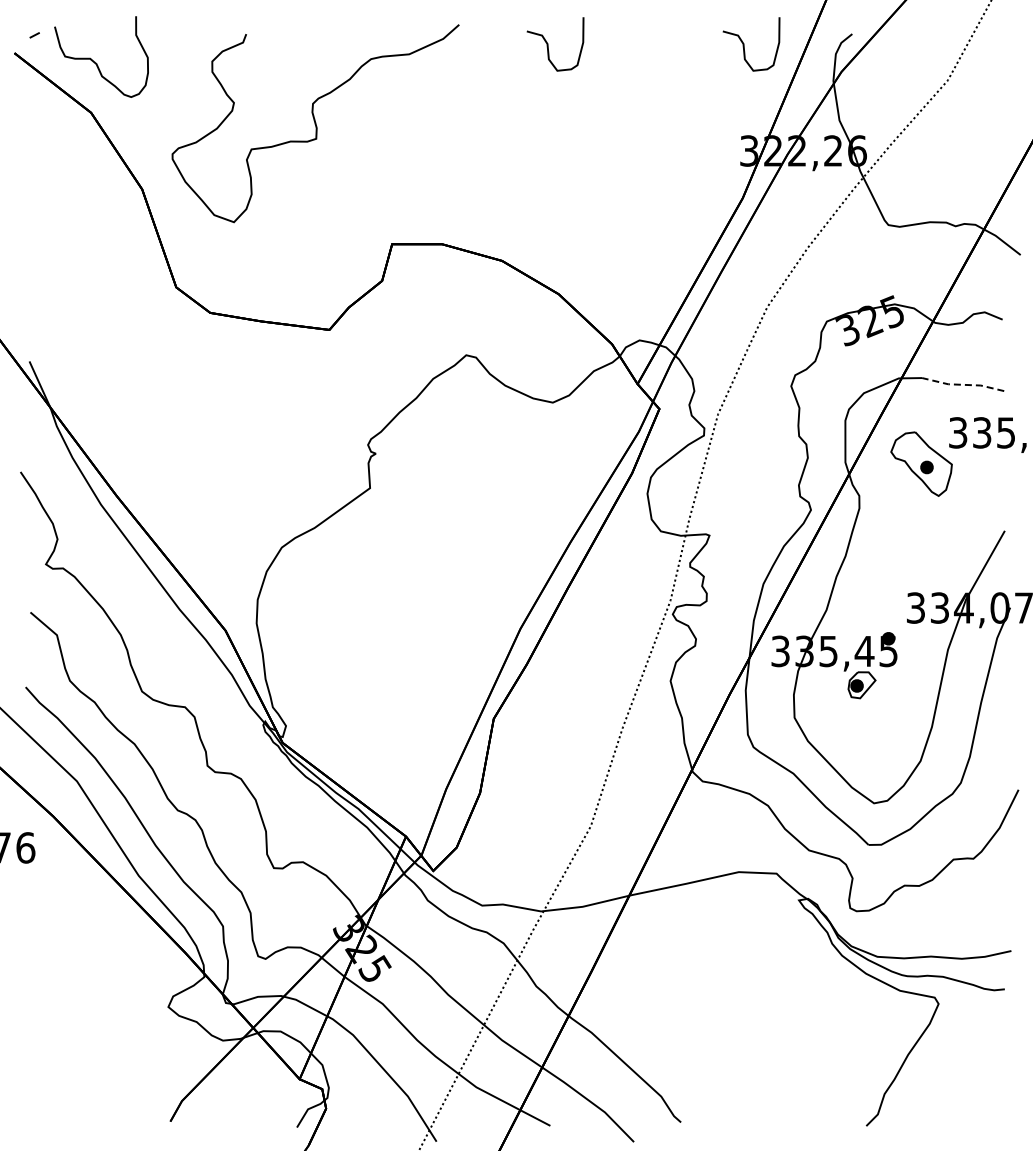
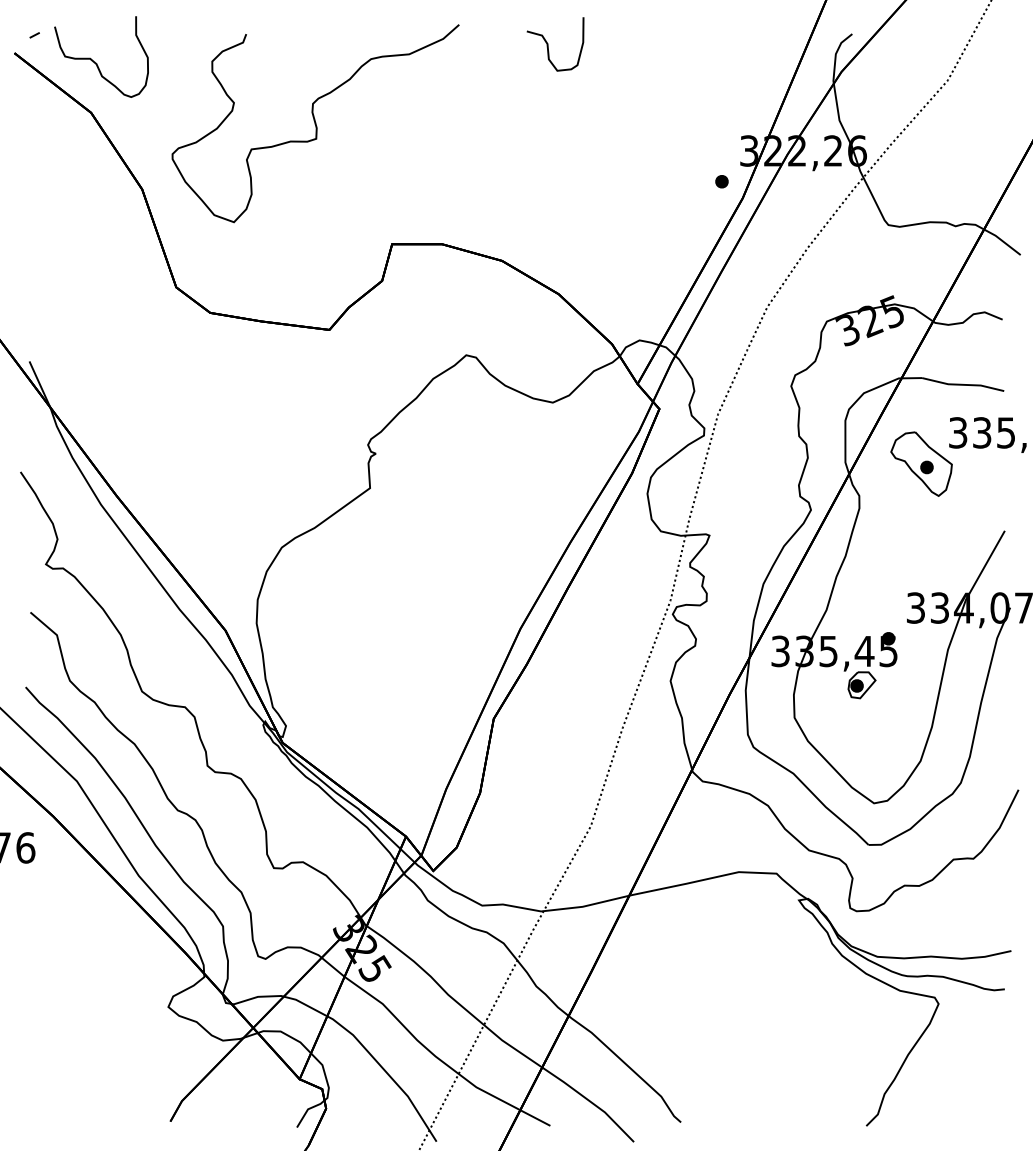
curve at (744, 44): present -> none
part at (721, 181): none -> present
line at (963, 384): dashed -> solid
